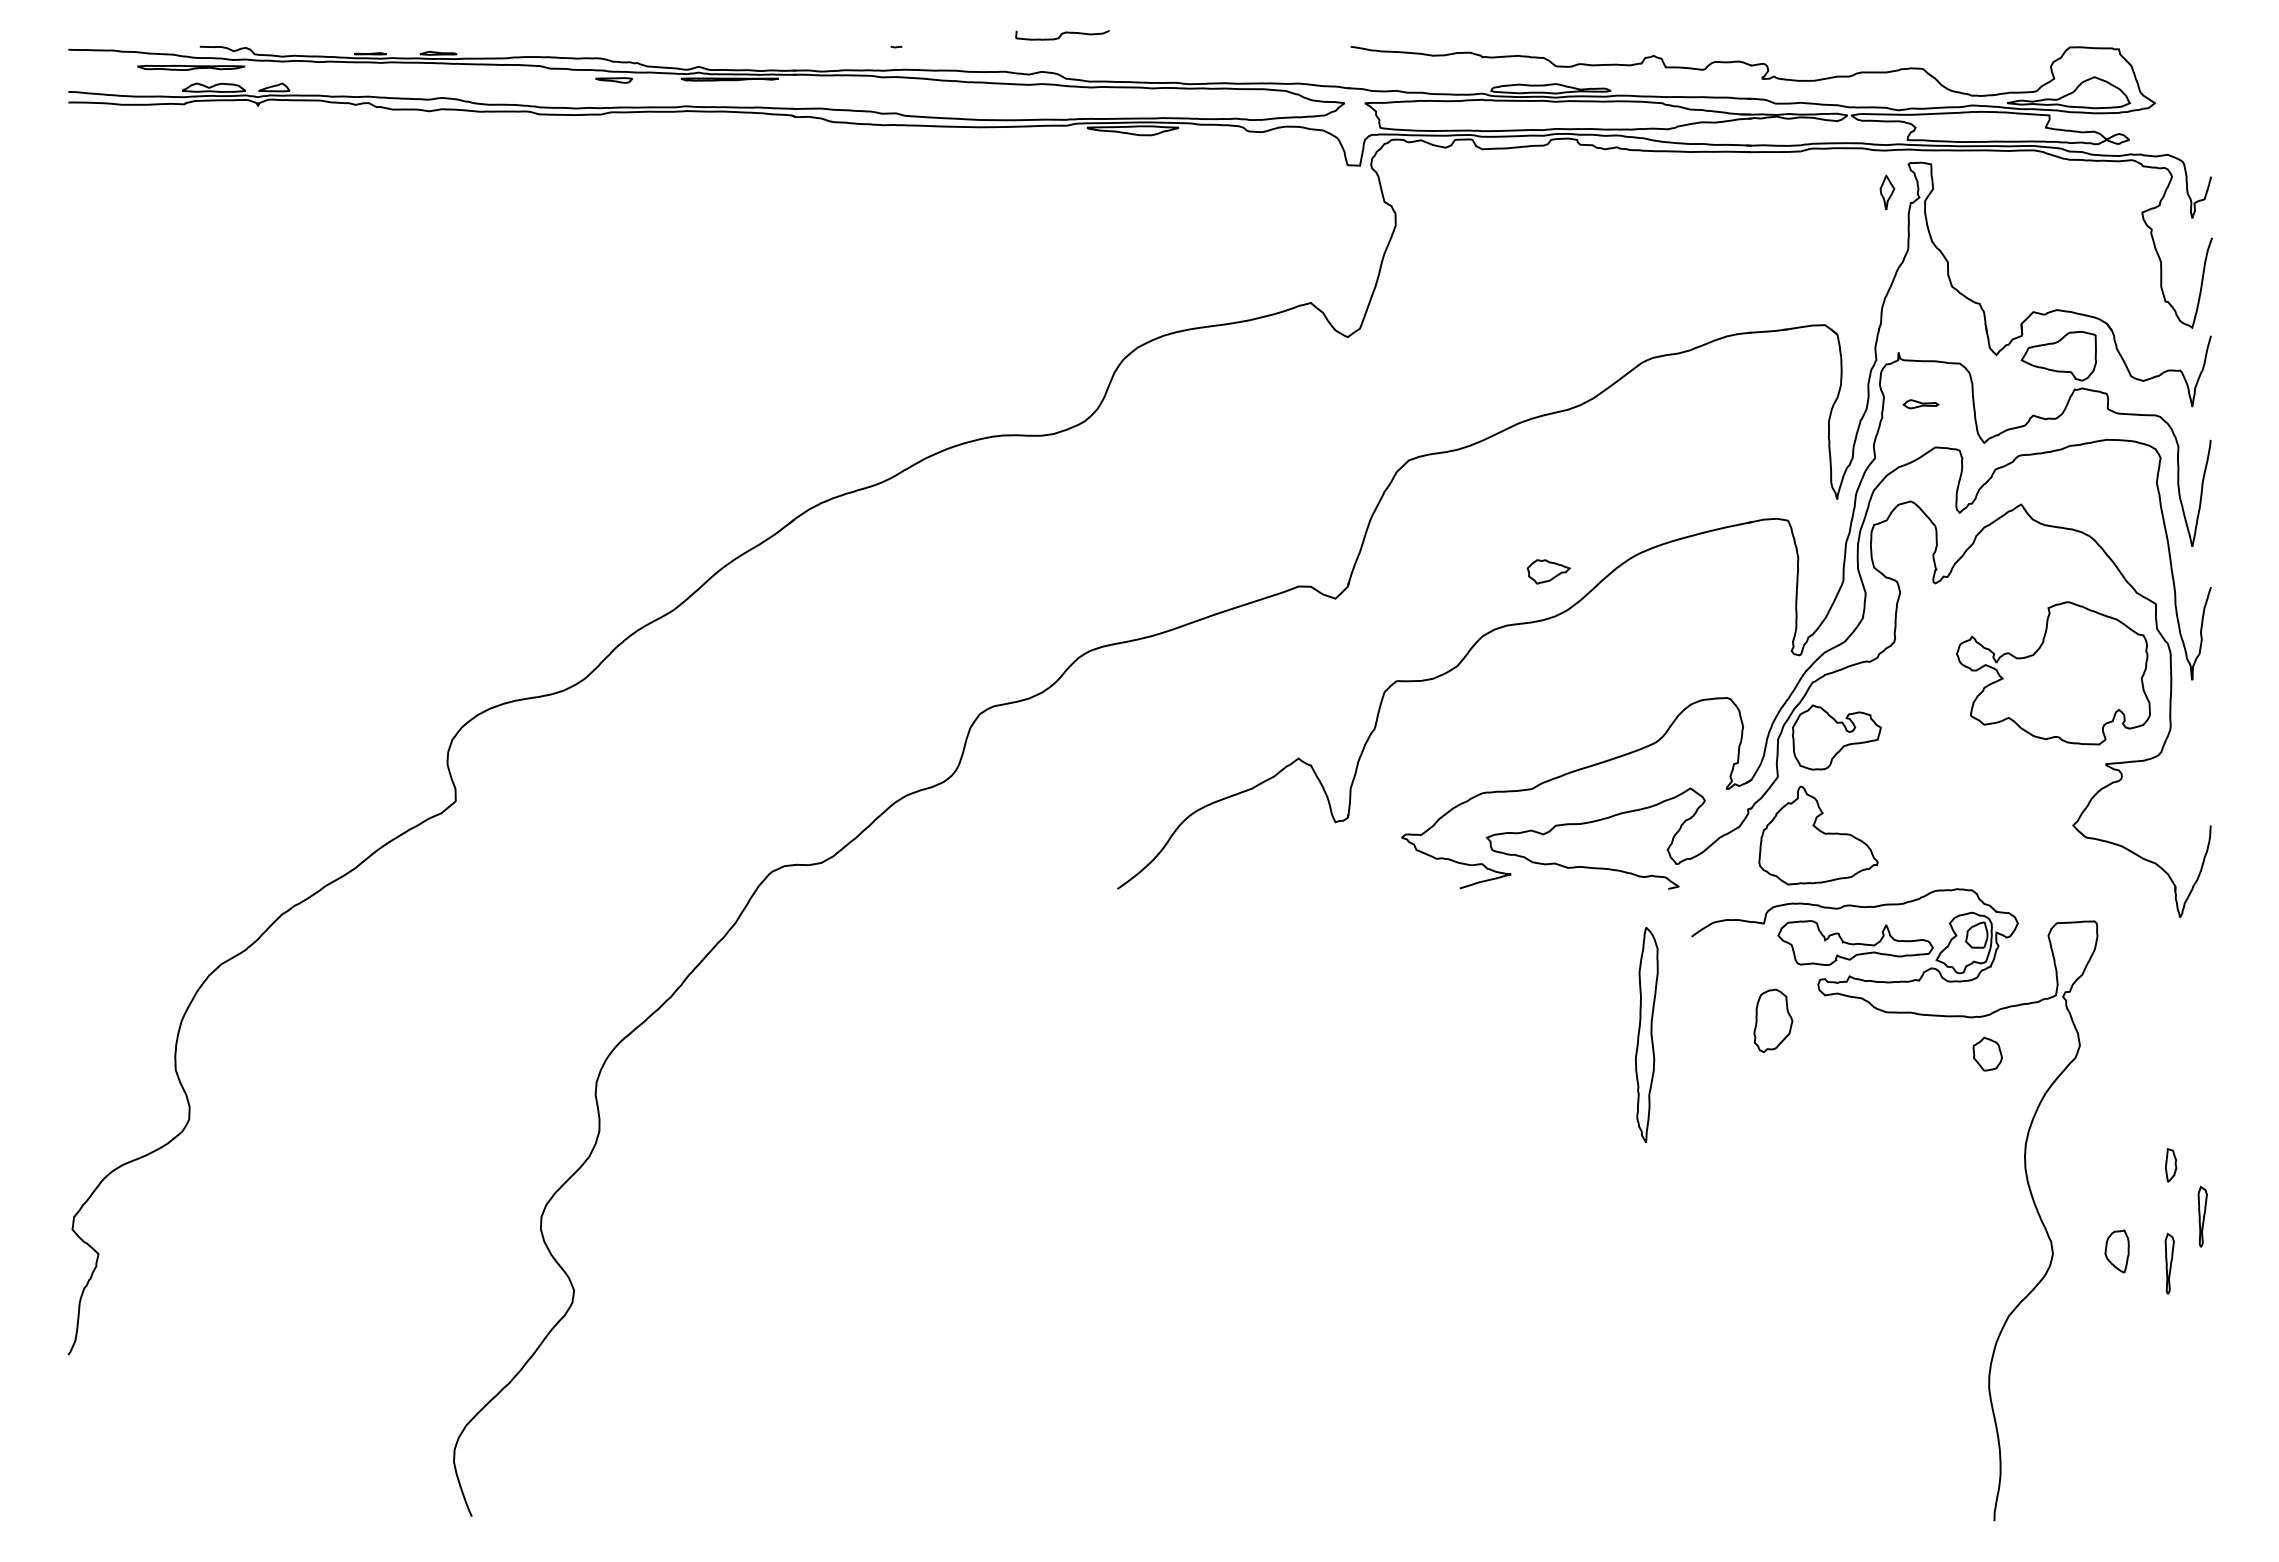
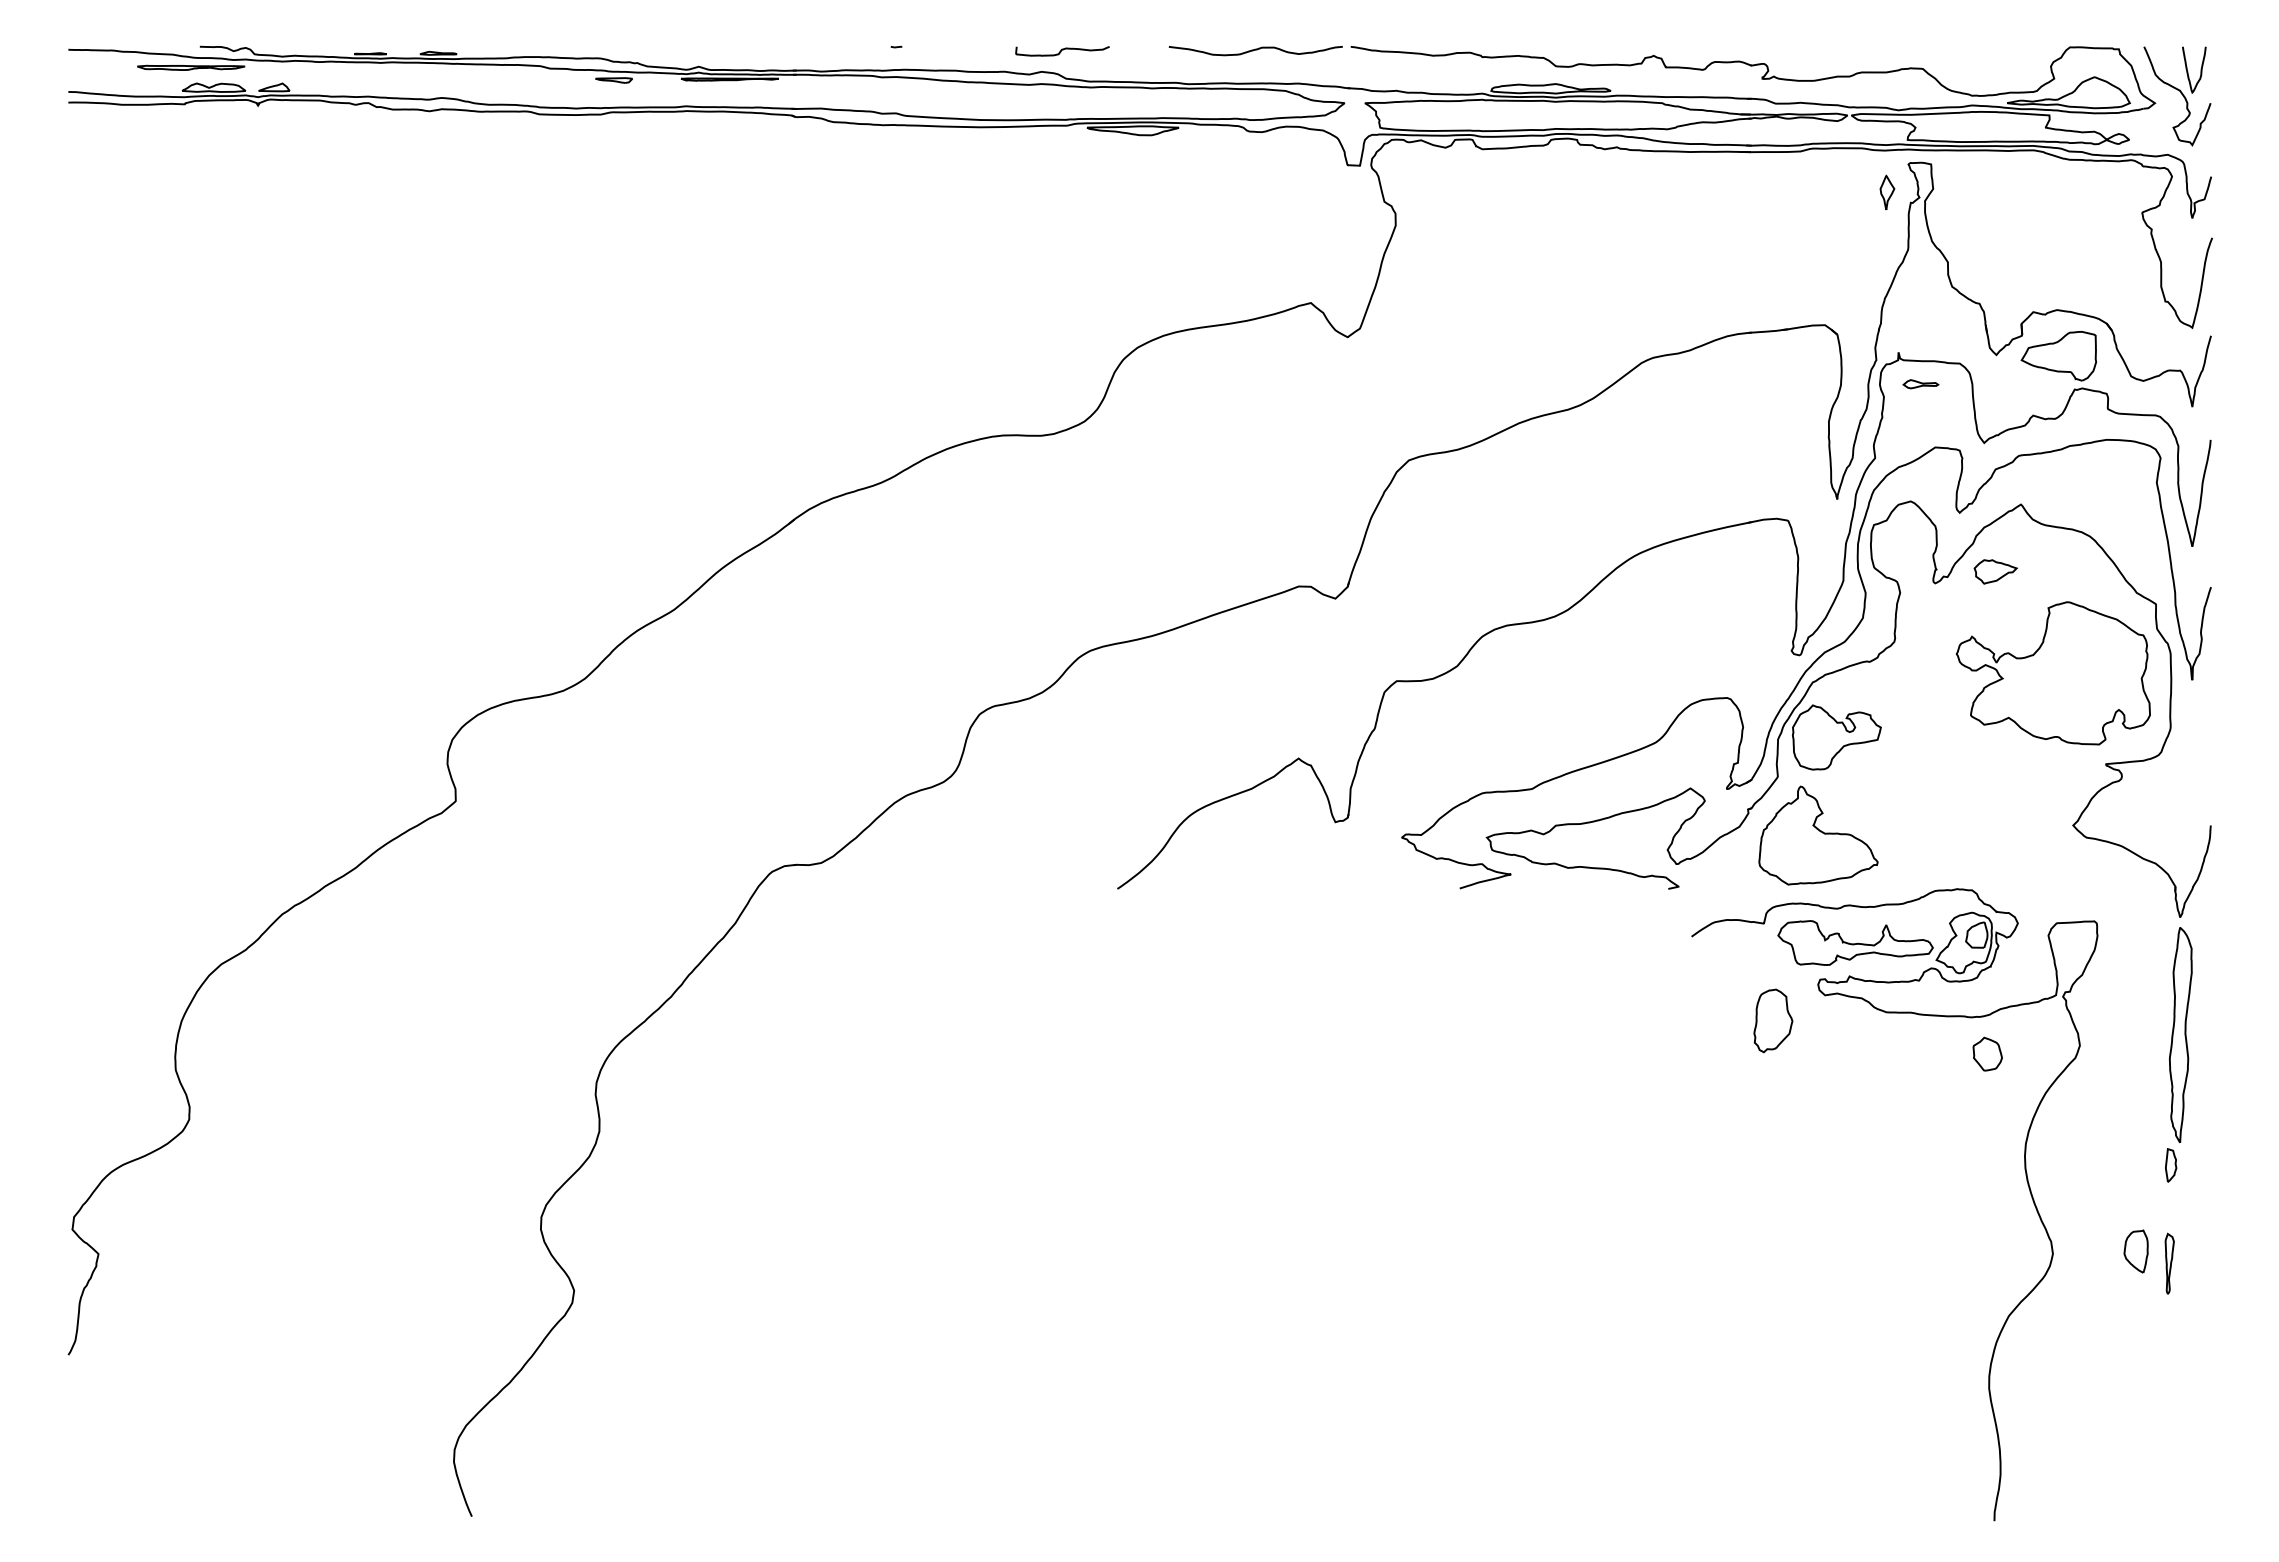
curve at (1062, 34) position: (1062, 34) -> (1062, 50)
curve at (1255, 50): none -> present
part at (2177, 96): none -> present
part at (1920, 404) position: (1920, 404) -> (1920, 384)
part at (1548, 571) position: (1548, 571) -> (1995, 571)
part at (1646, 1034) position: (1646, 1034) -> (2180, 1034)
part at (2202, 1216): present -> none
part at (2116, 1251) position: (2116, 1251) -> (2135, 1251)
